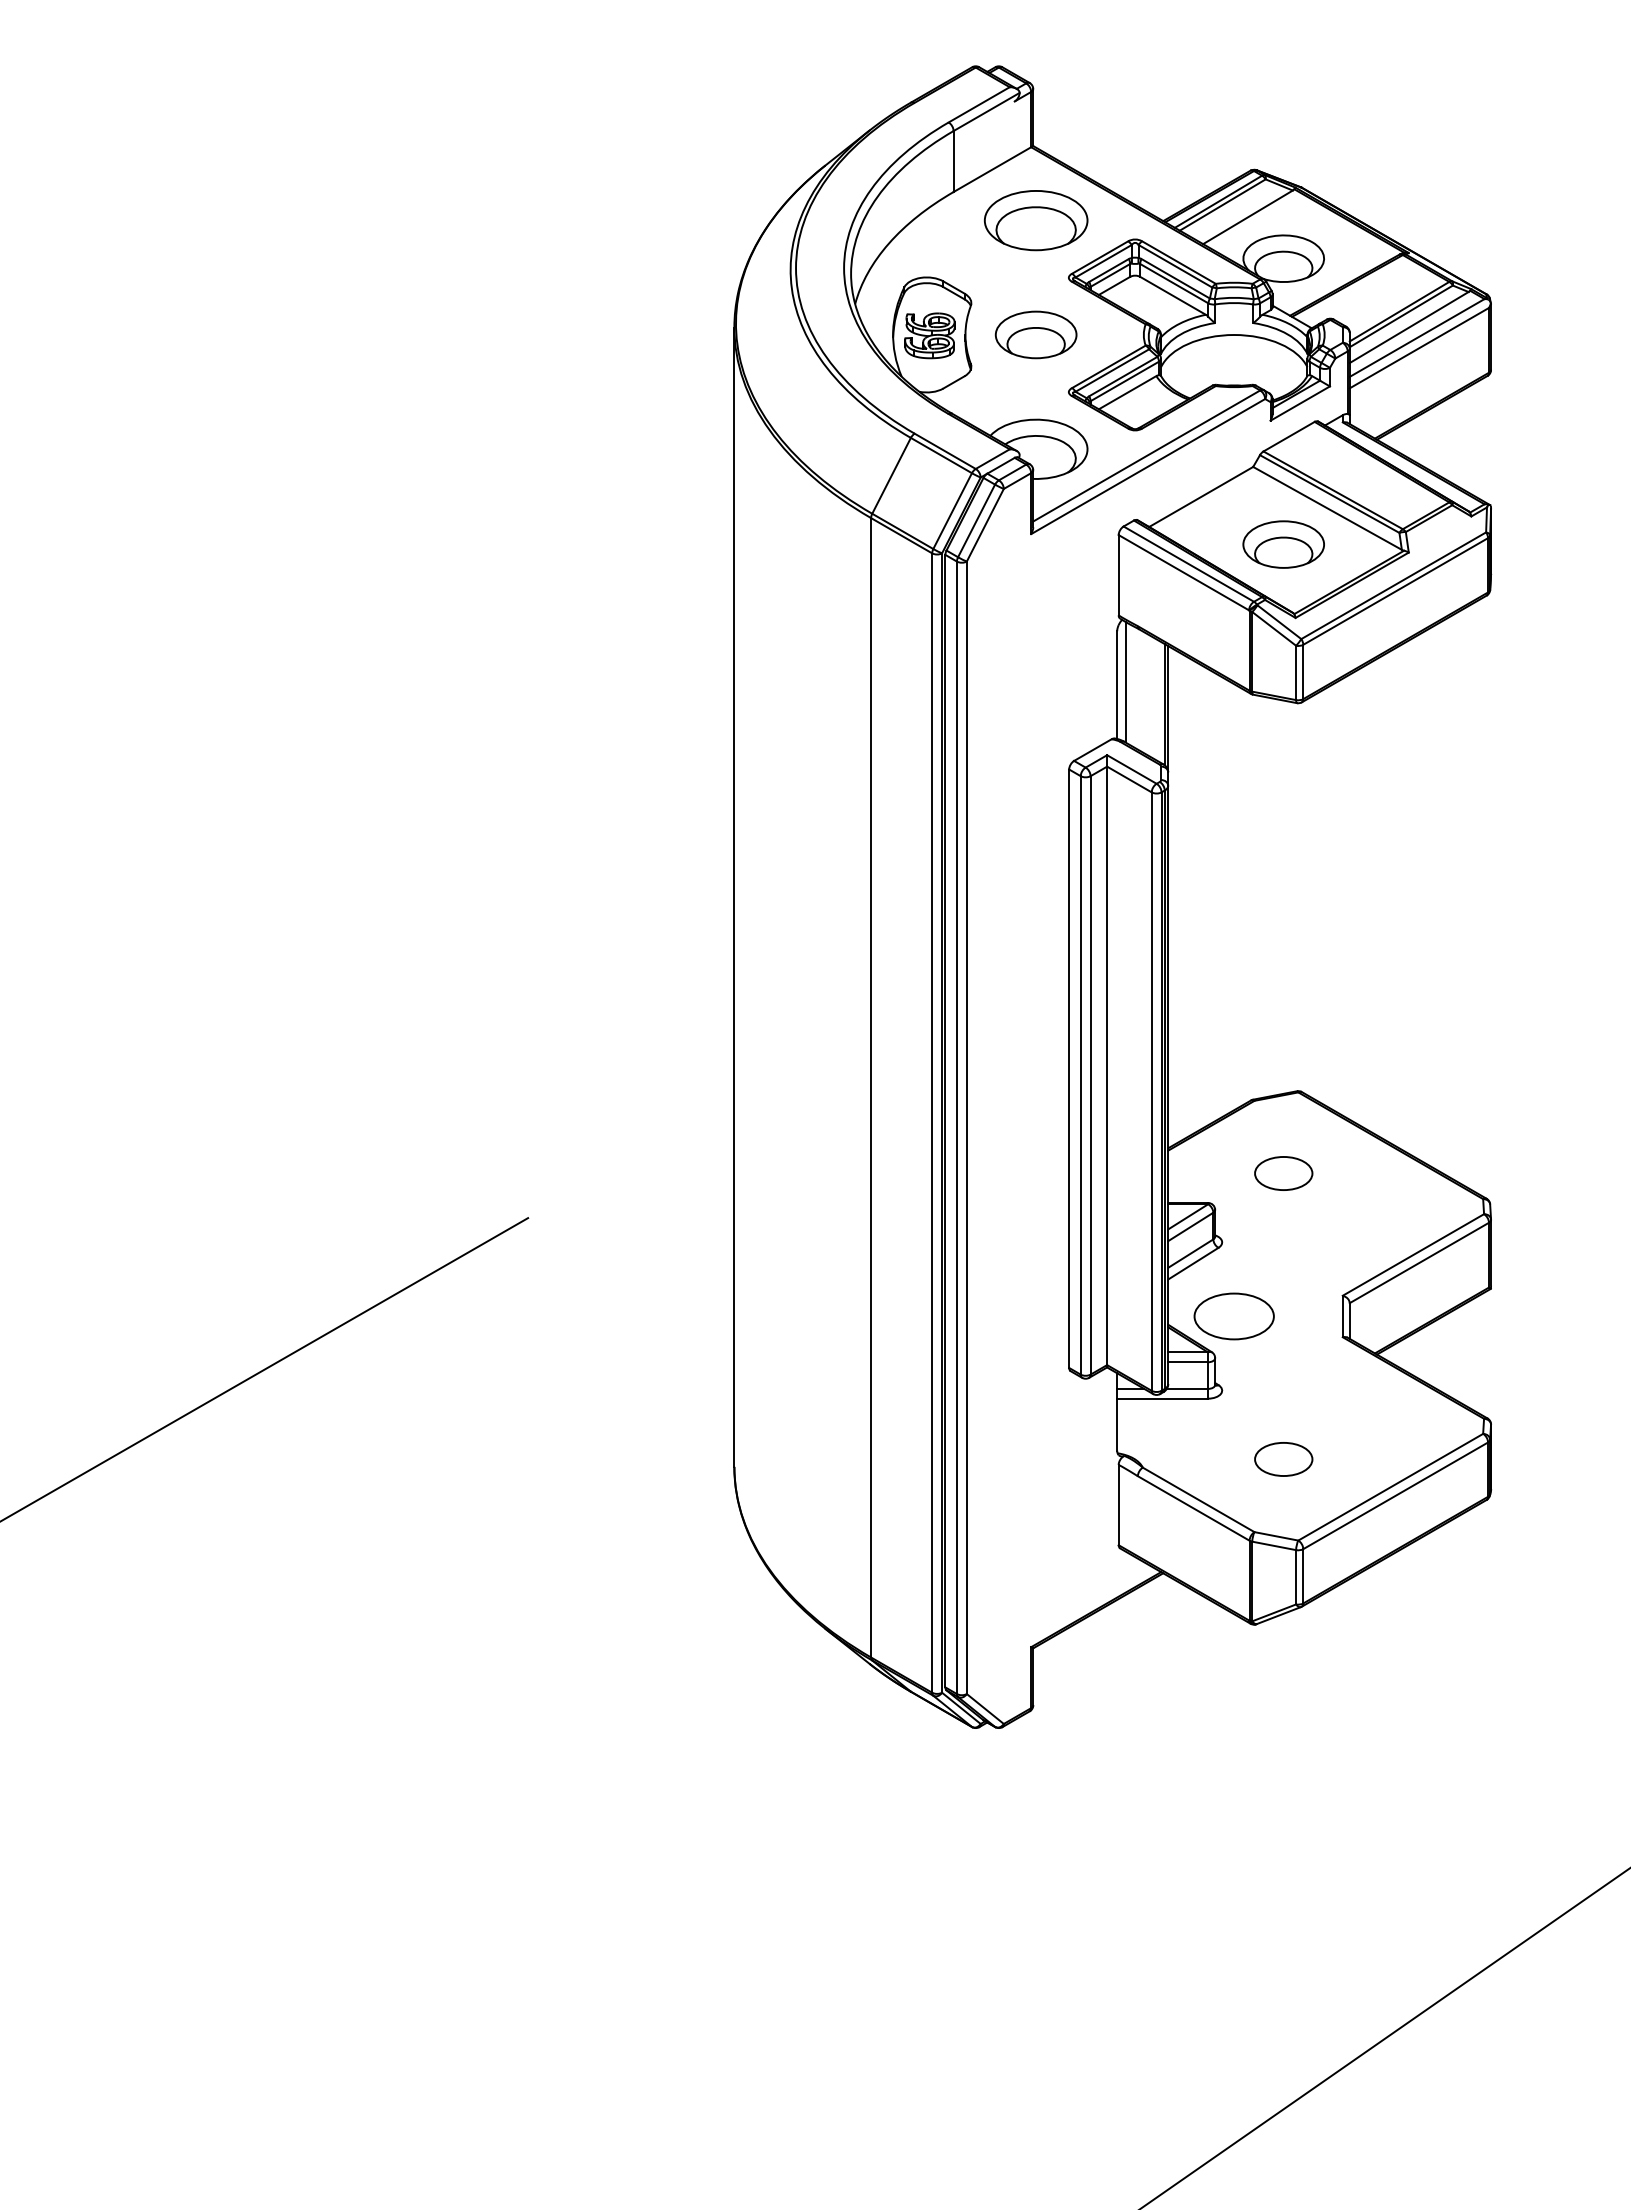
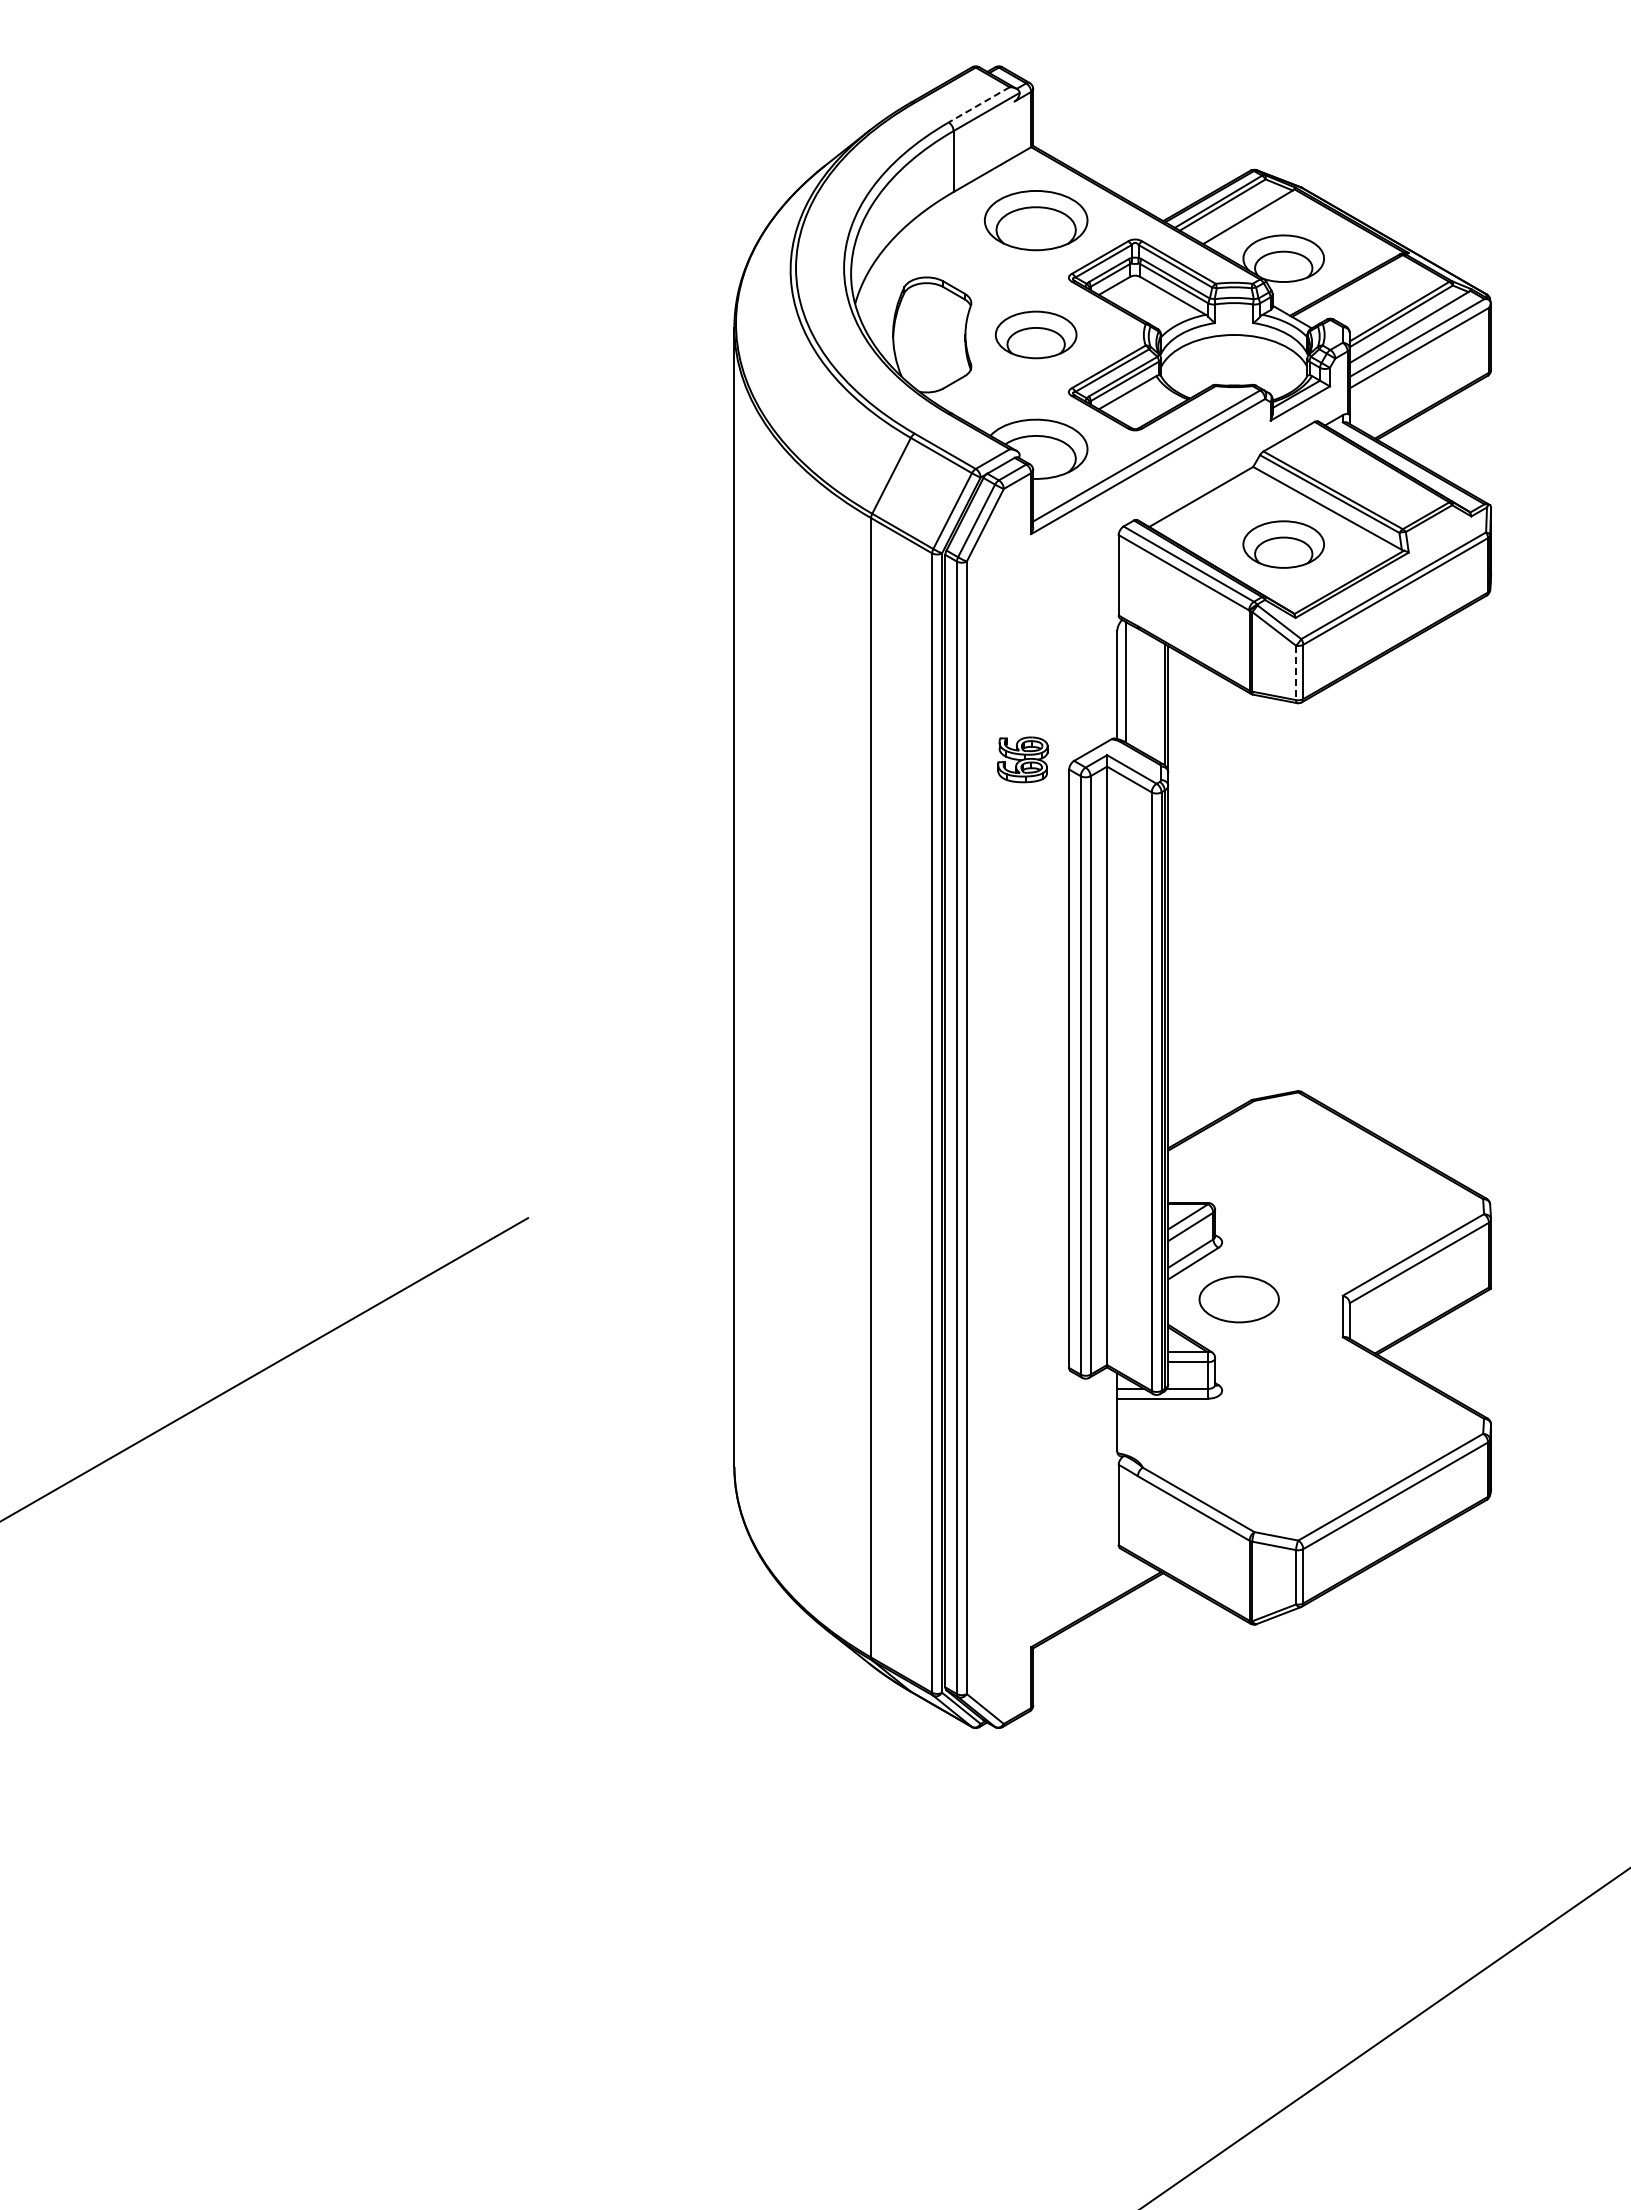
line at (978, 105): solid -> dashed
part at (929, 335) position: (929, 335) -> (1022, 759)
line at (1296, 673): solid -> dashed
part at (1283, 1173): present -> none
part at (1233, 1316) position: (1233, 1316) -> (1238, 1299)
part at (1283, 1459): present -> none
